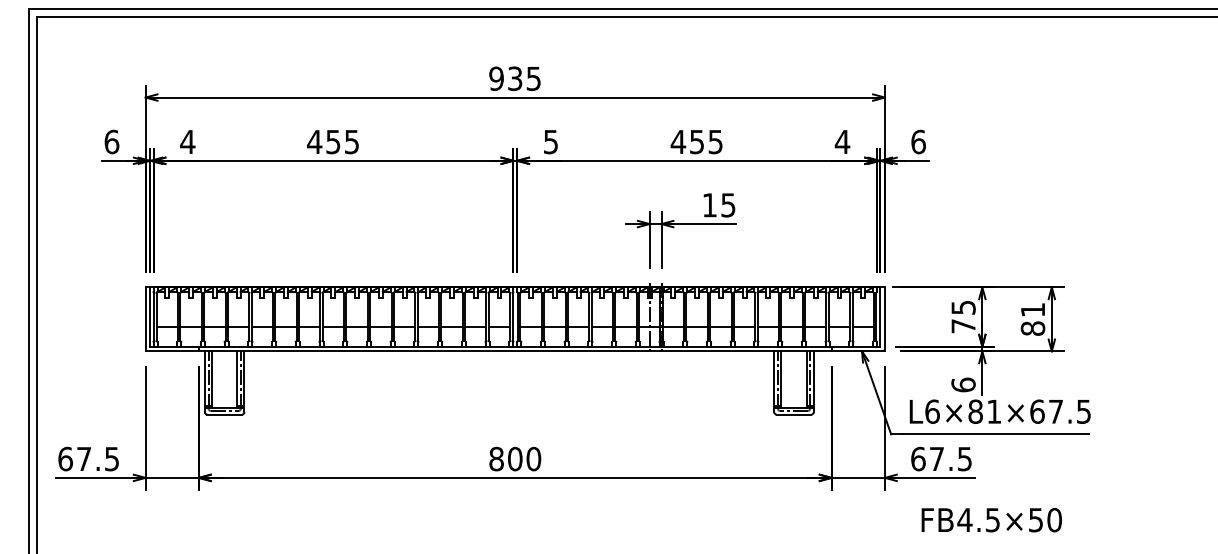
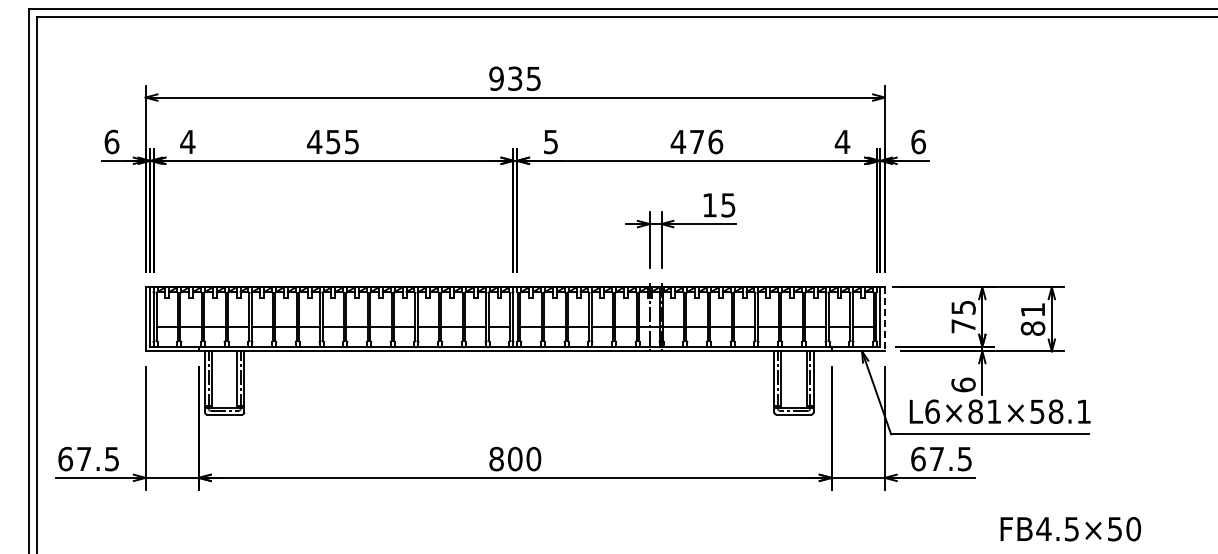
text at (706, 141): 455 -> 476
line at (884, 319): solid -> dashed
text at (1060, 411): L6×81×67.5 -> L6×81×58.1
text at (991, 520) position: (991, 520) -> (1070, 529)
